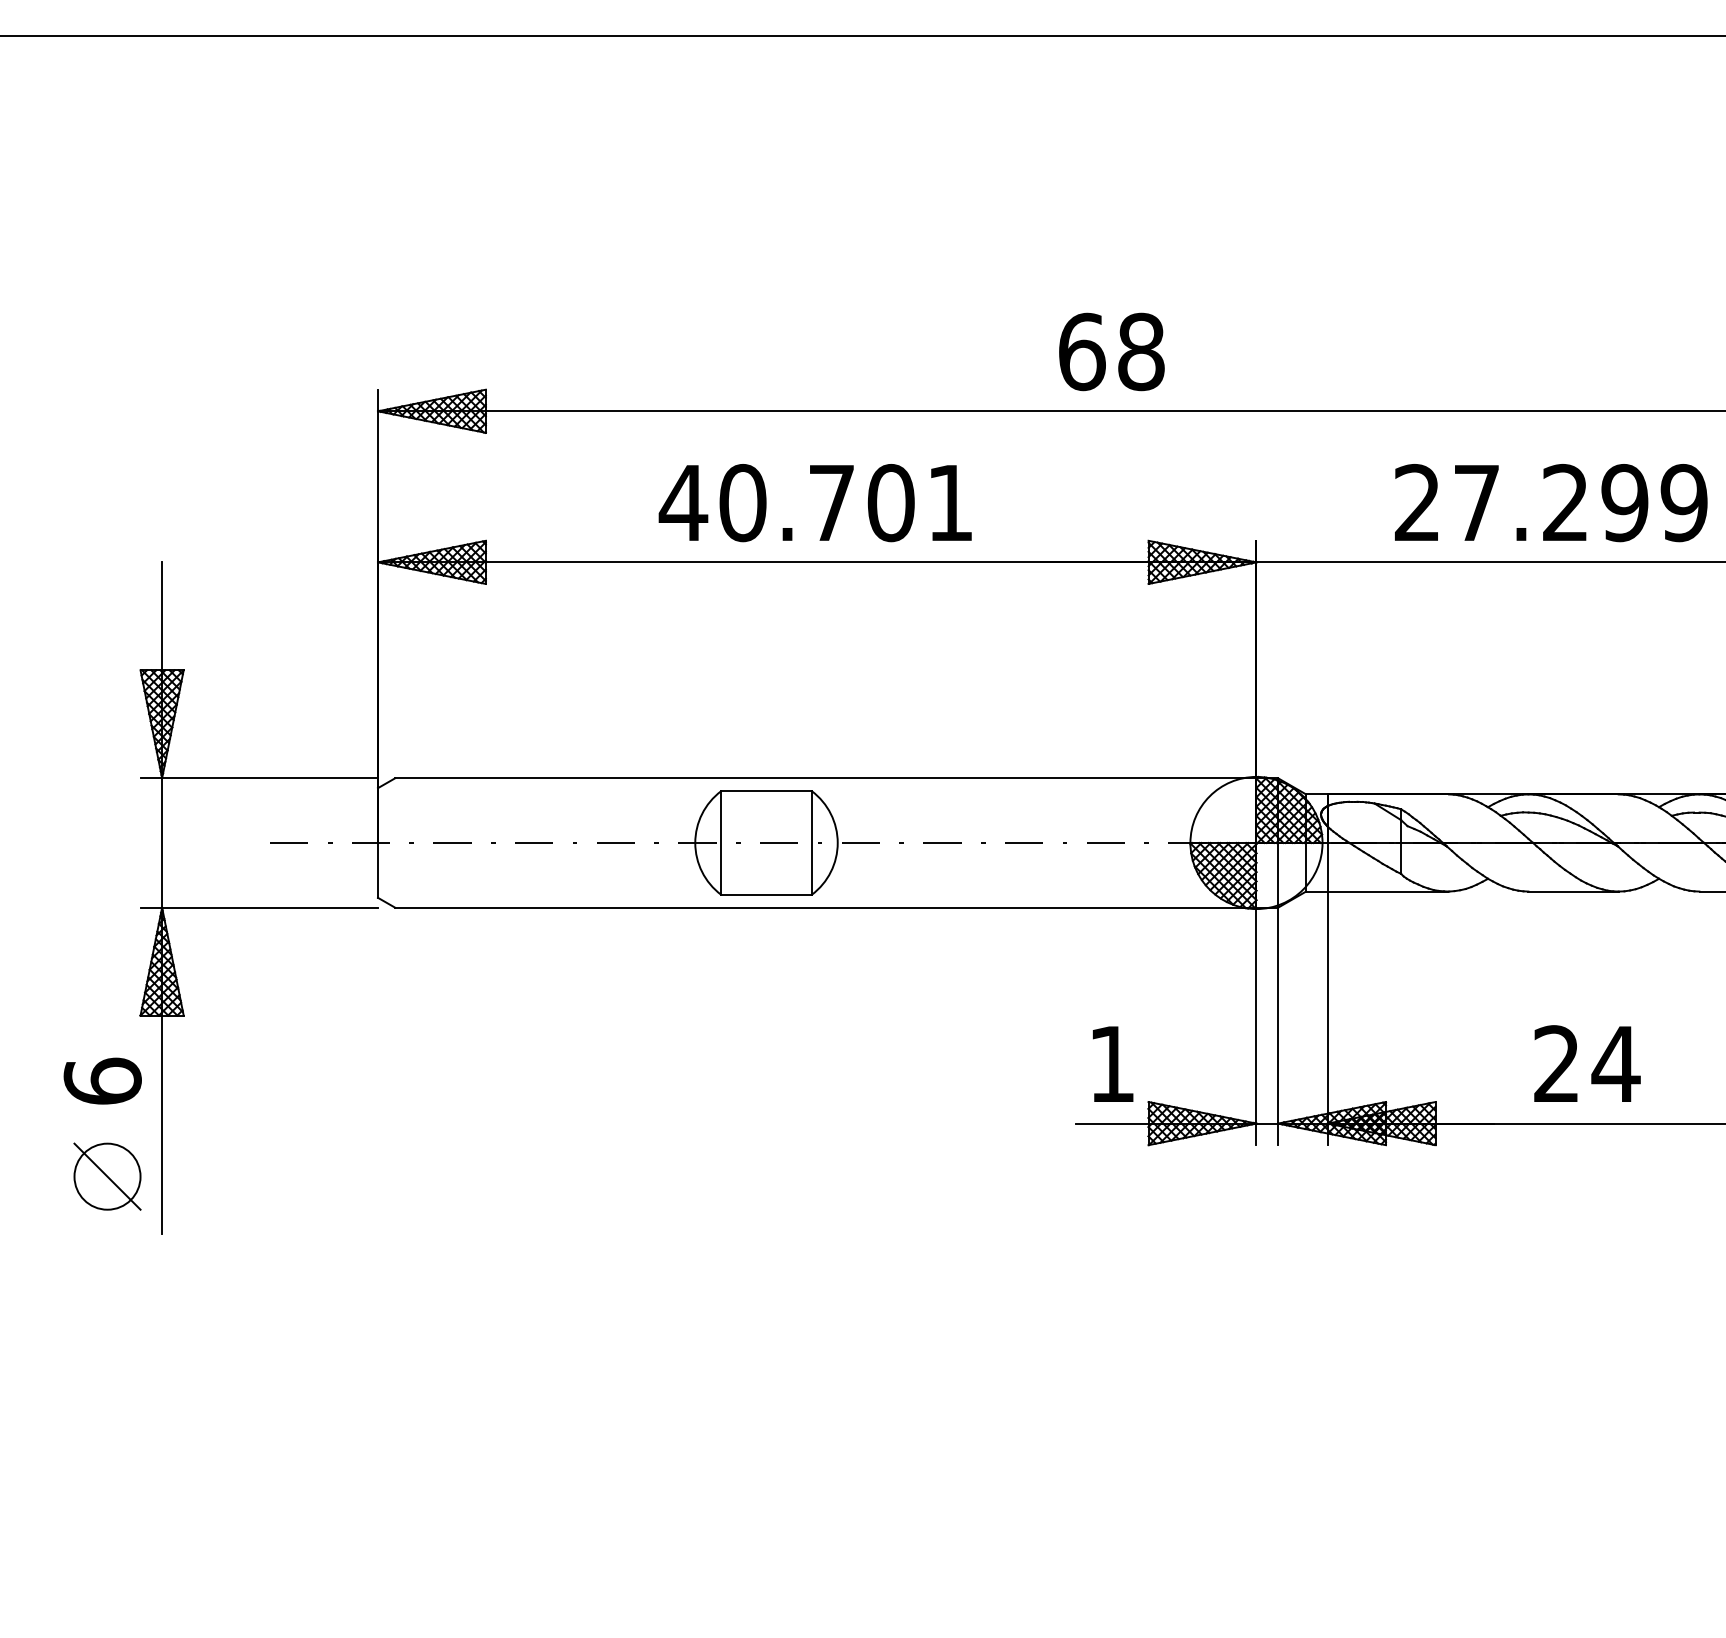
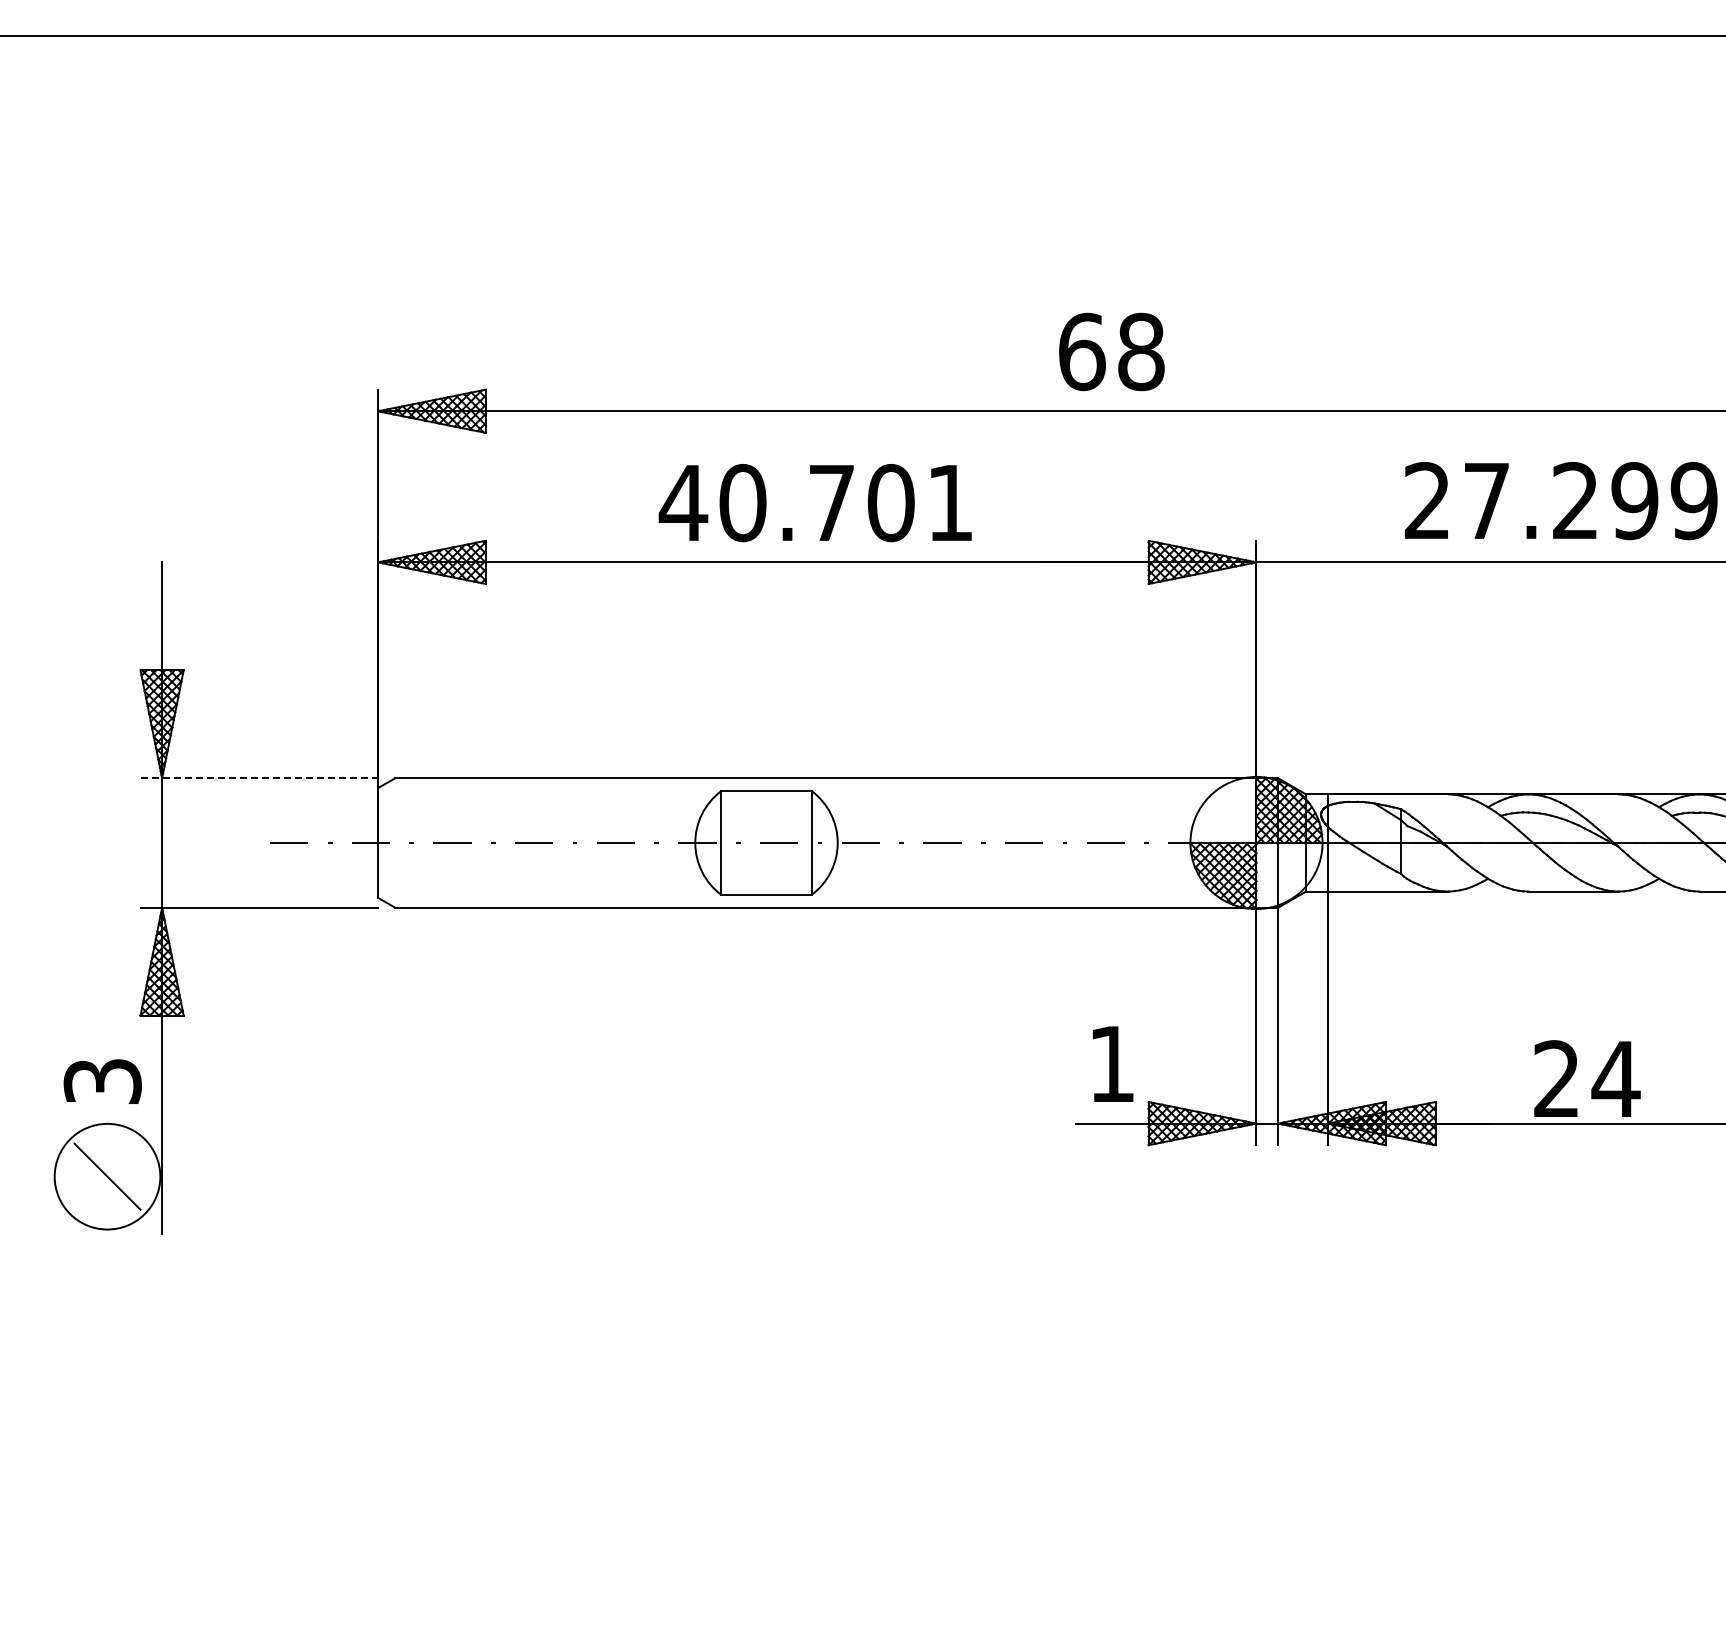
text at (1551, 503) position: (1551, 503) -> (1561, 501)
line at (259, 778): solid -> dashed
text at (1587, 1063) position: (1587, 1063) -> (1587, 1078)
text at (102, 1080): 6 -> 3
circle at (107, 1176) diameter: 66 px -> 106 px
